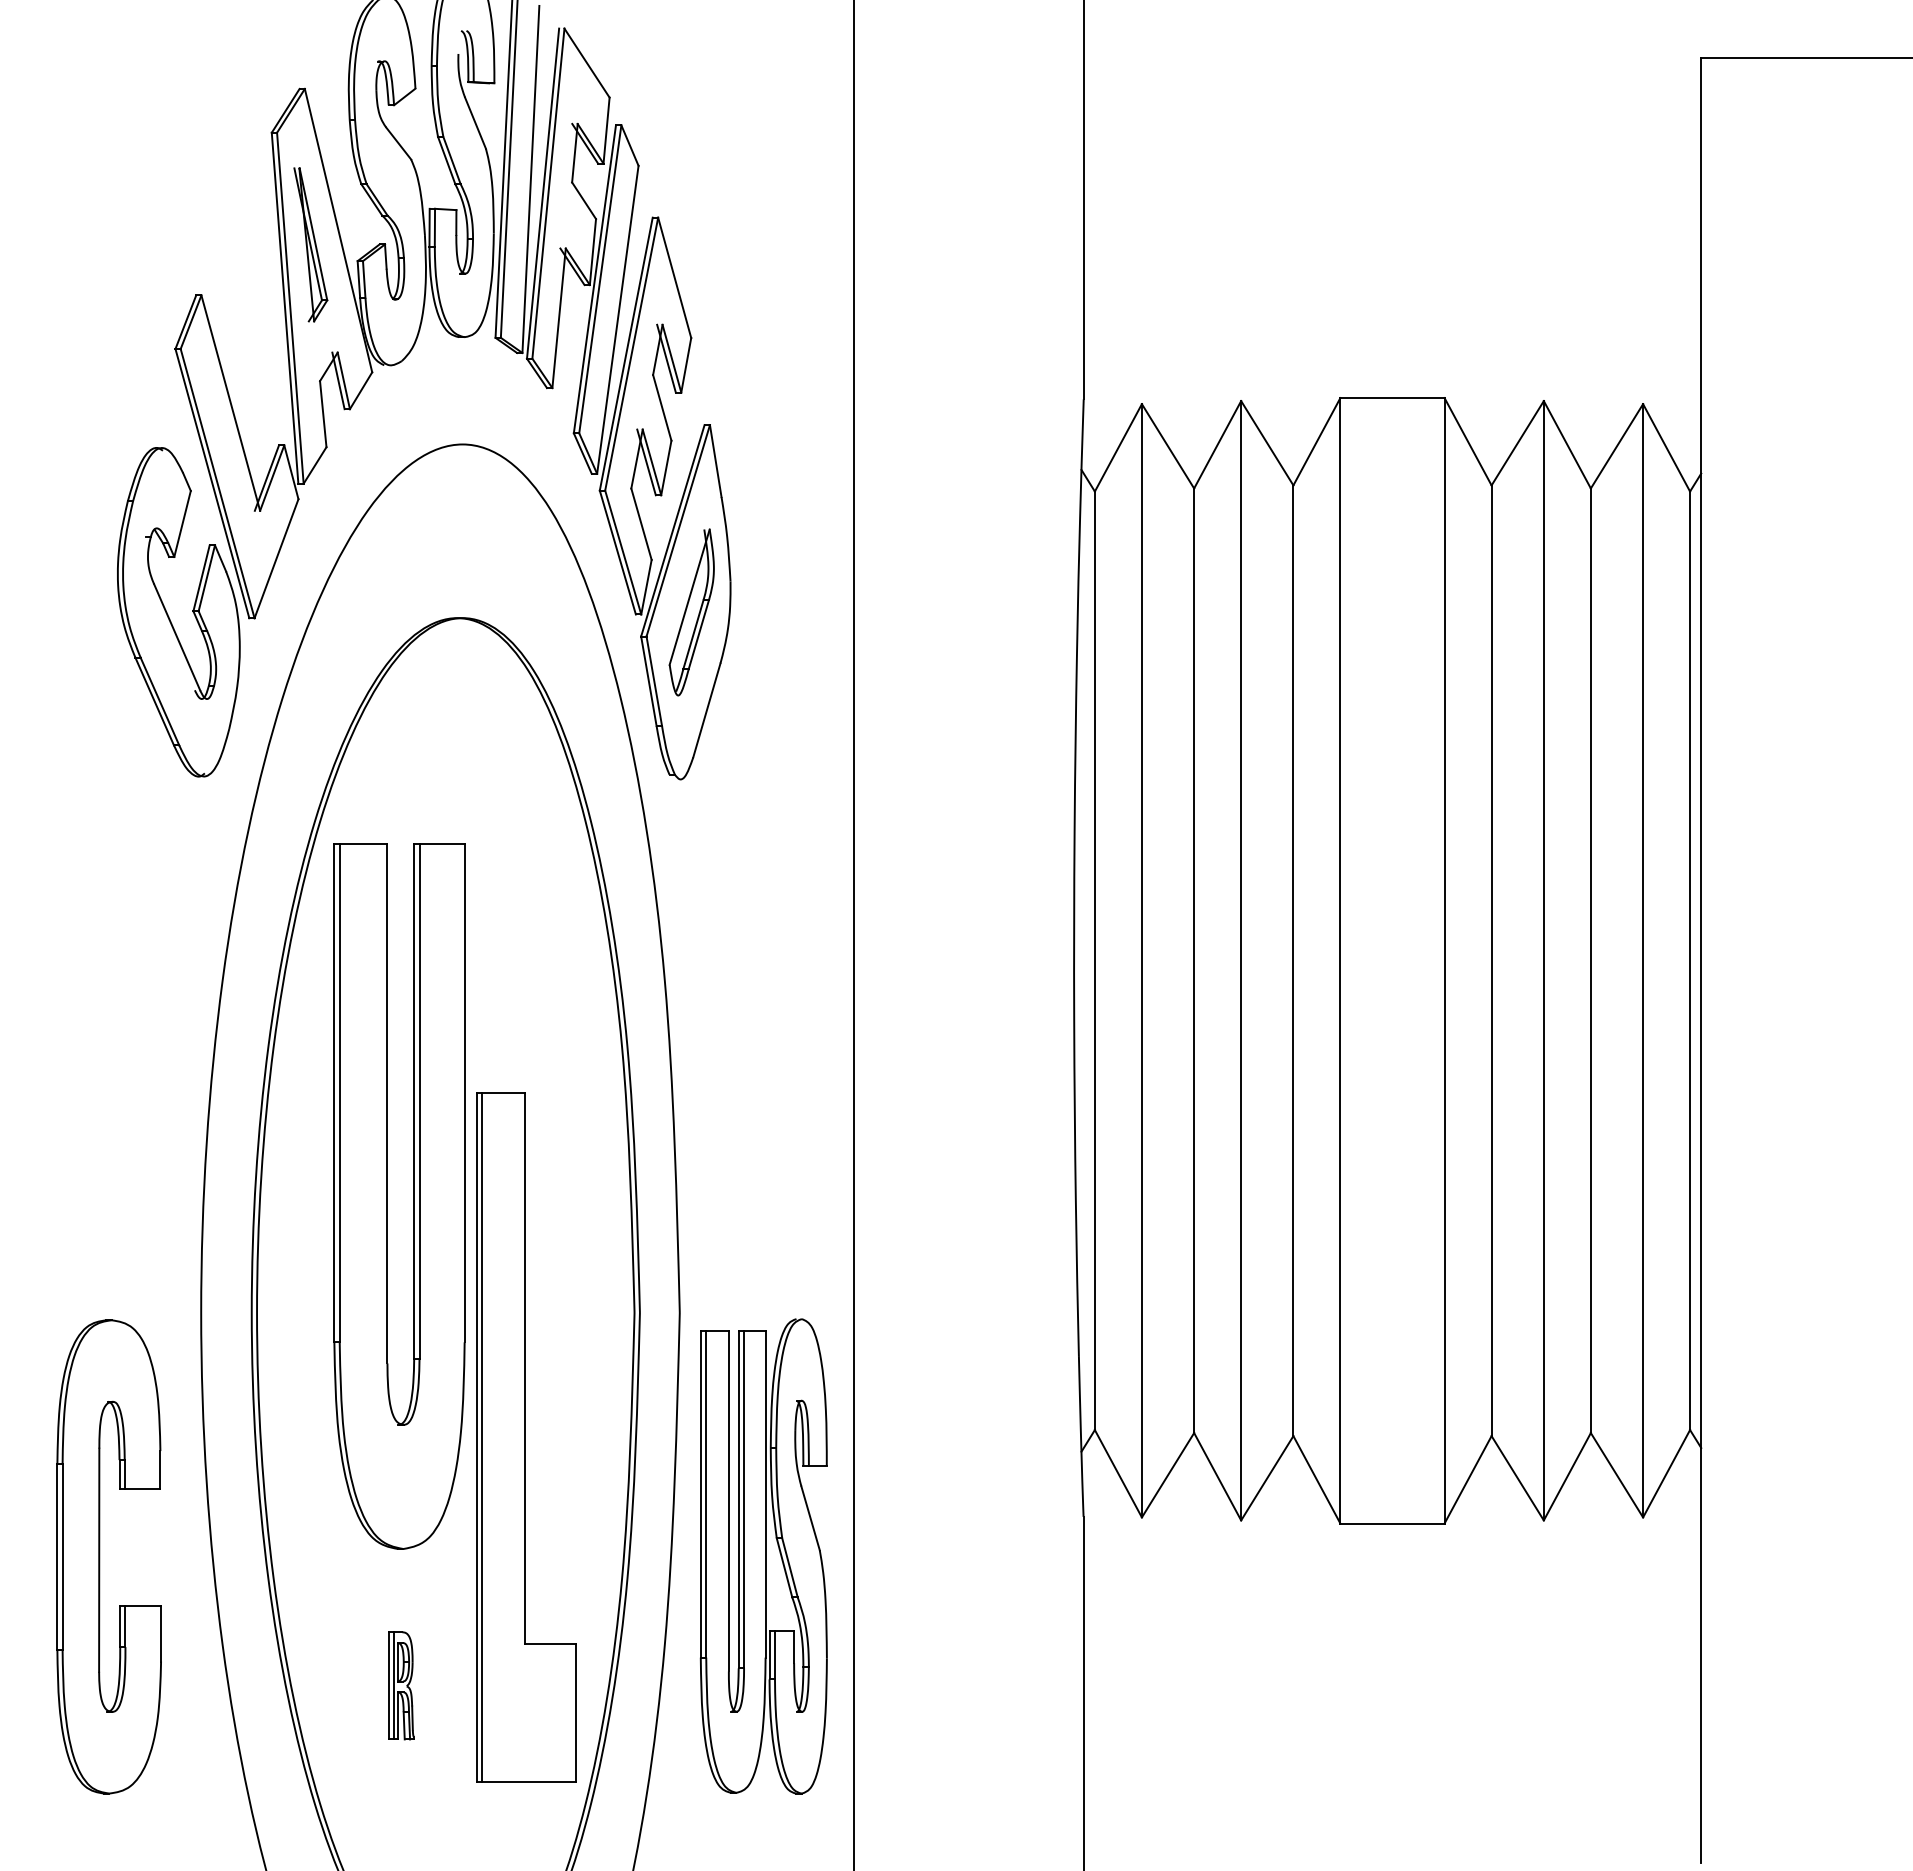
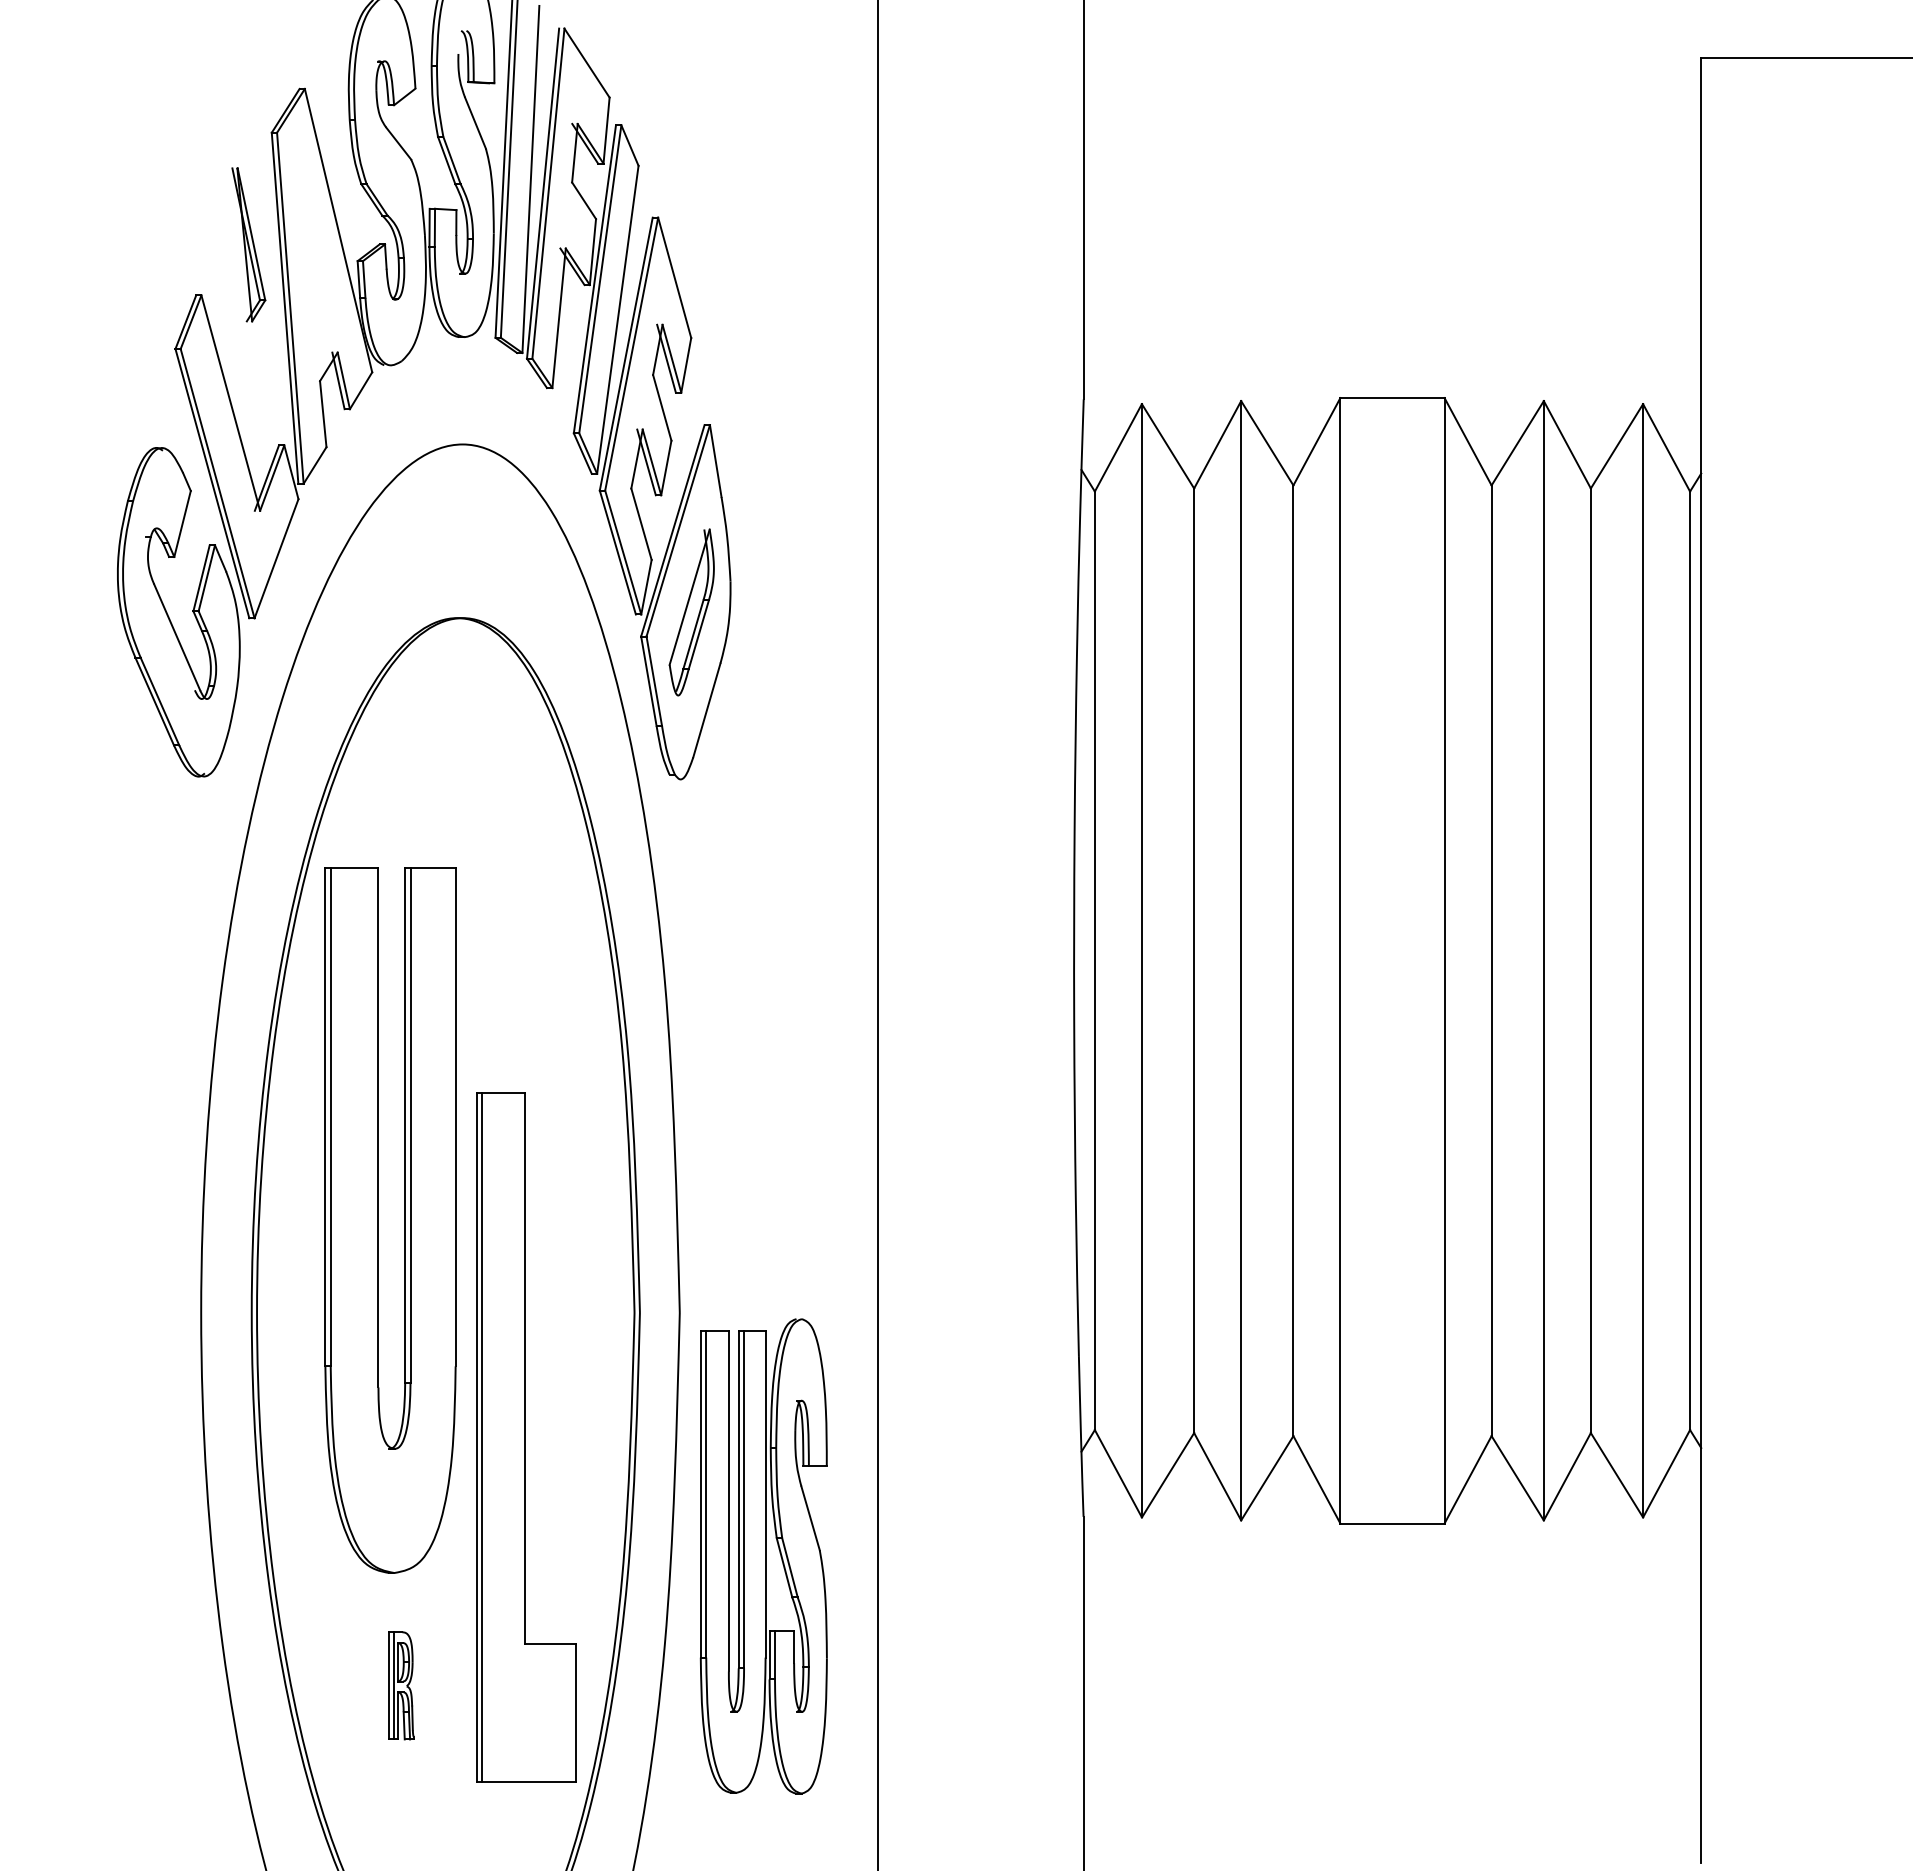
part at (310, 244) position: (310, 244) -> (248, 244)
line at (853, 934) position: (853, 934) -> (877, 934)
part at (387, 1196) position: (387, 1196) -> (378, 1220)
part at (100, 1556): present -> none
